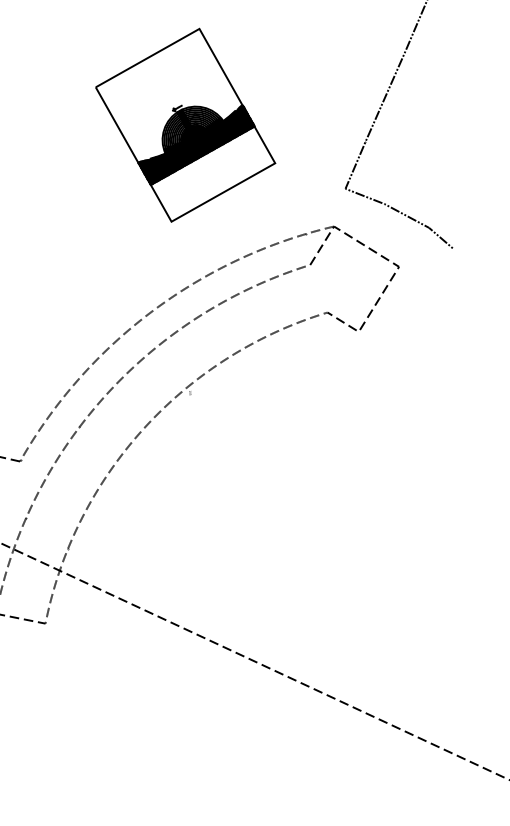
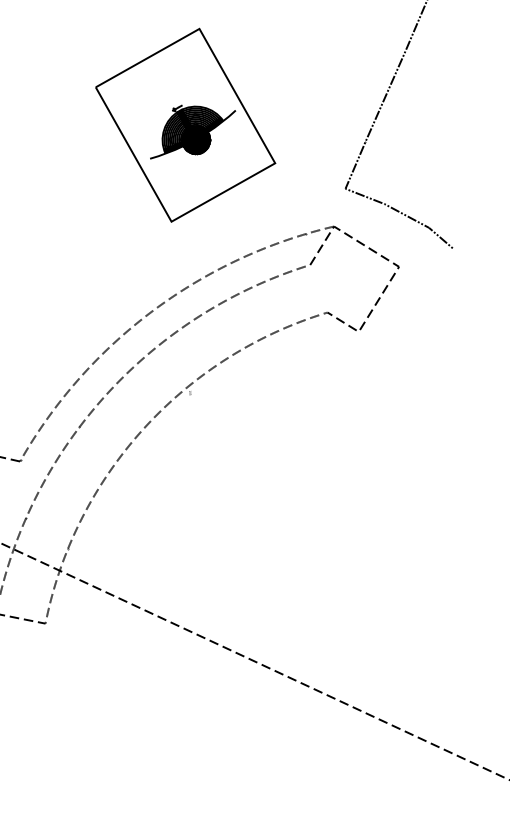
hatch at (196, 144): present -> none
